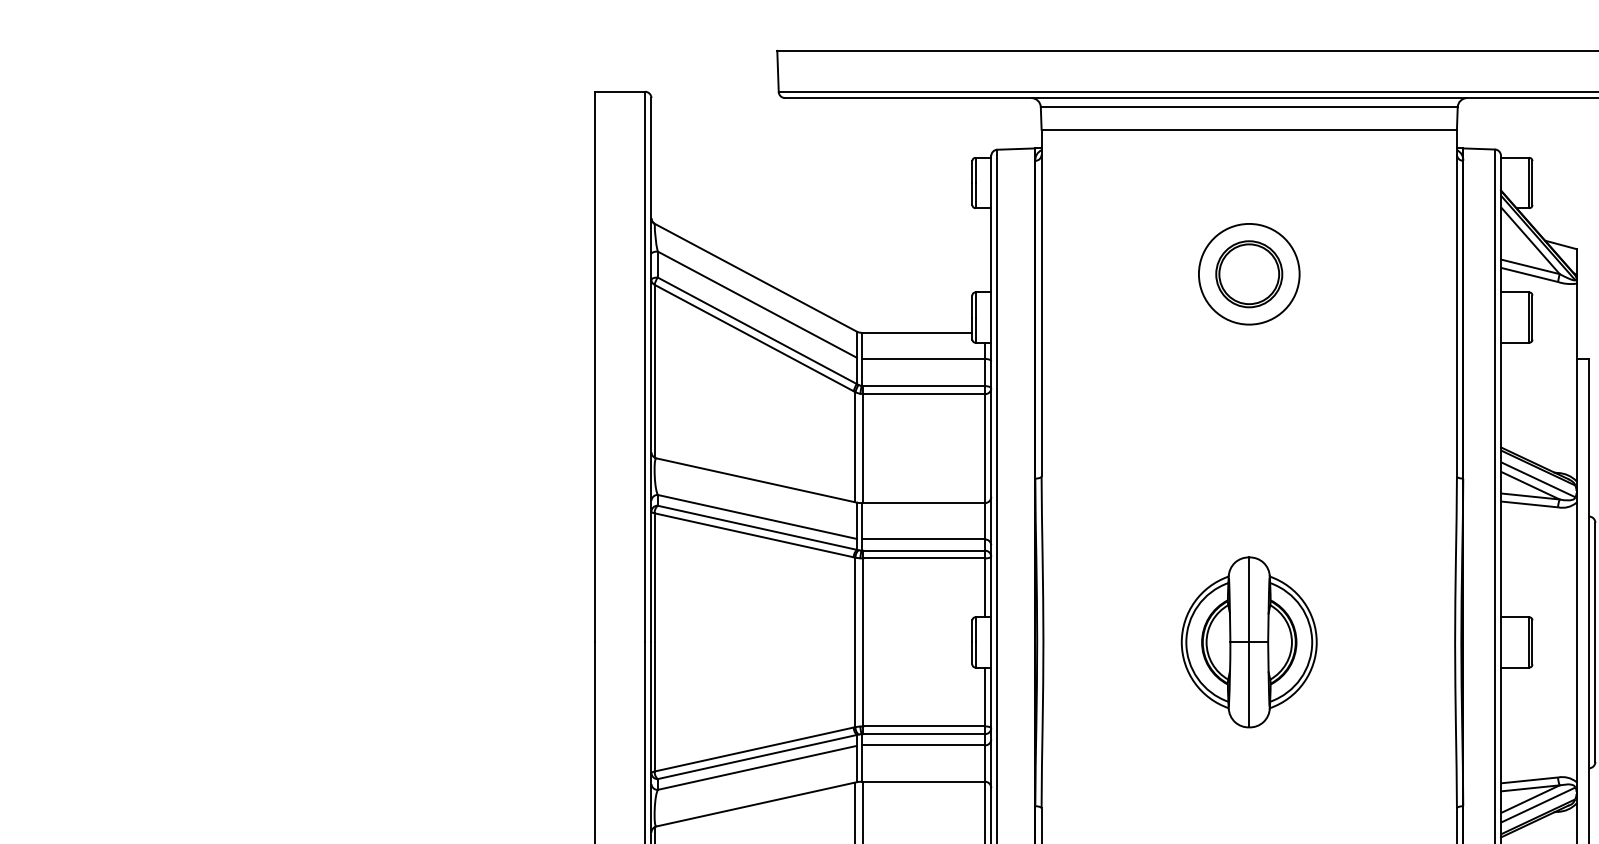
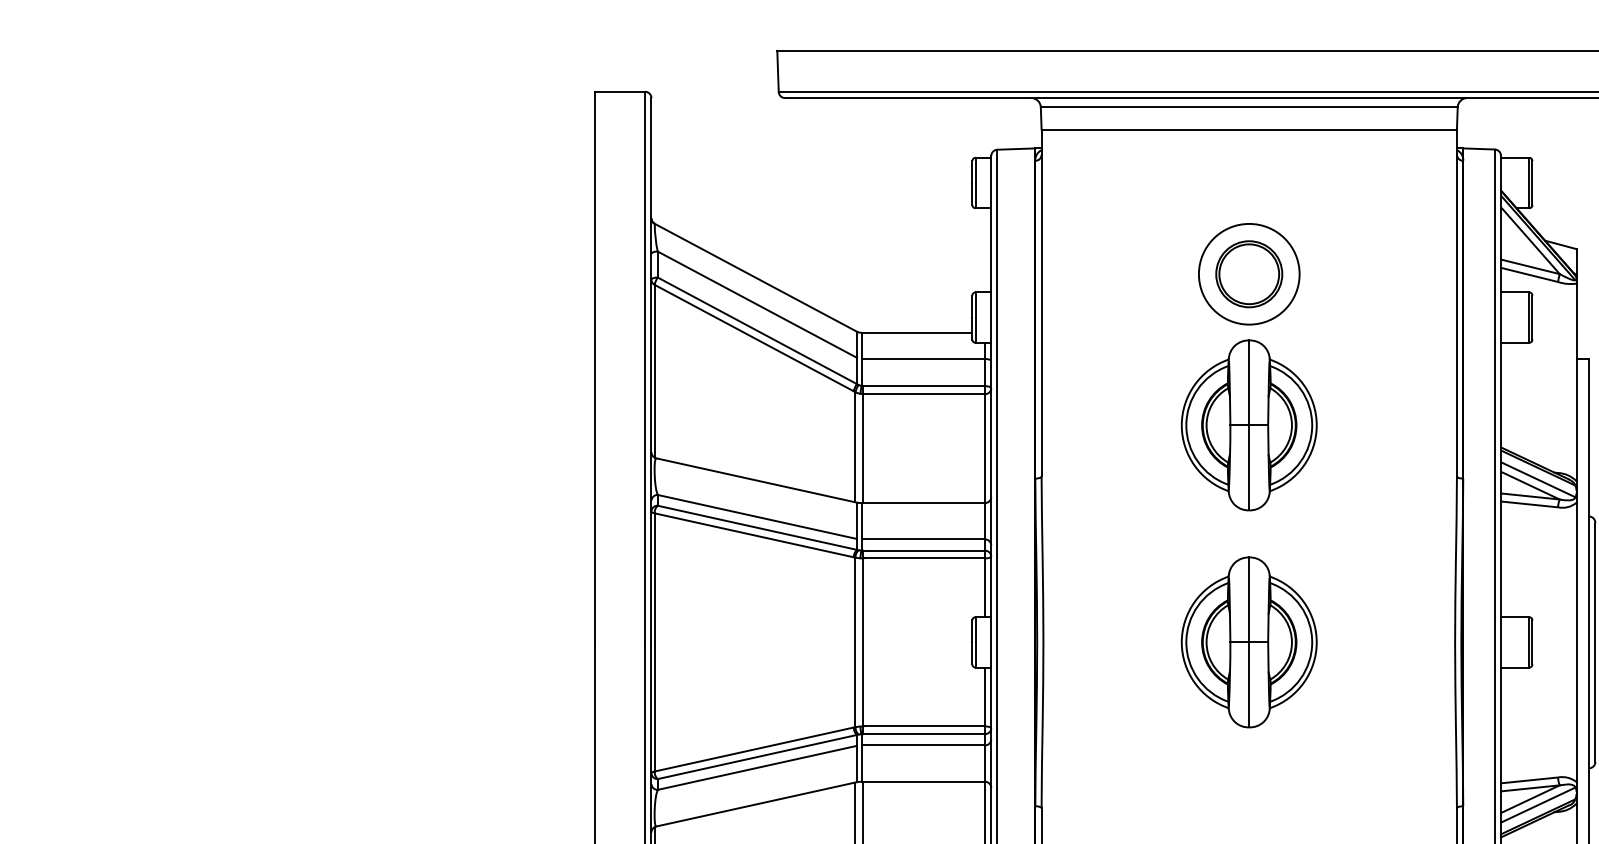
part at (1248, 425): none -> present
